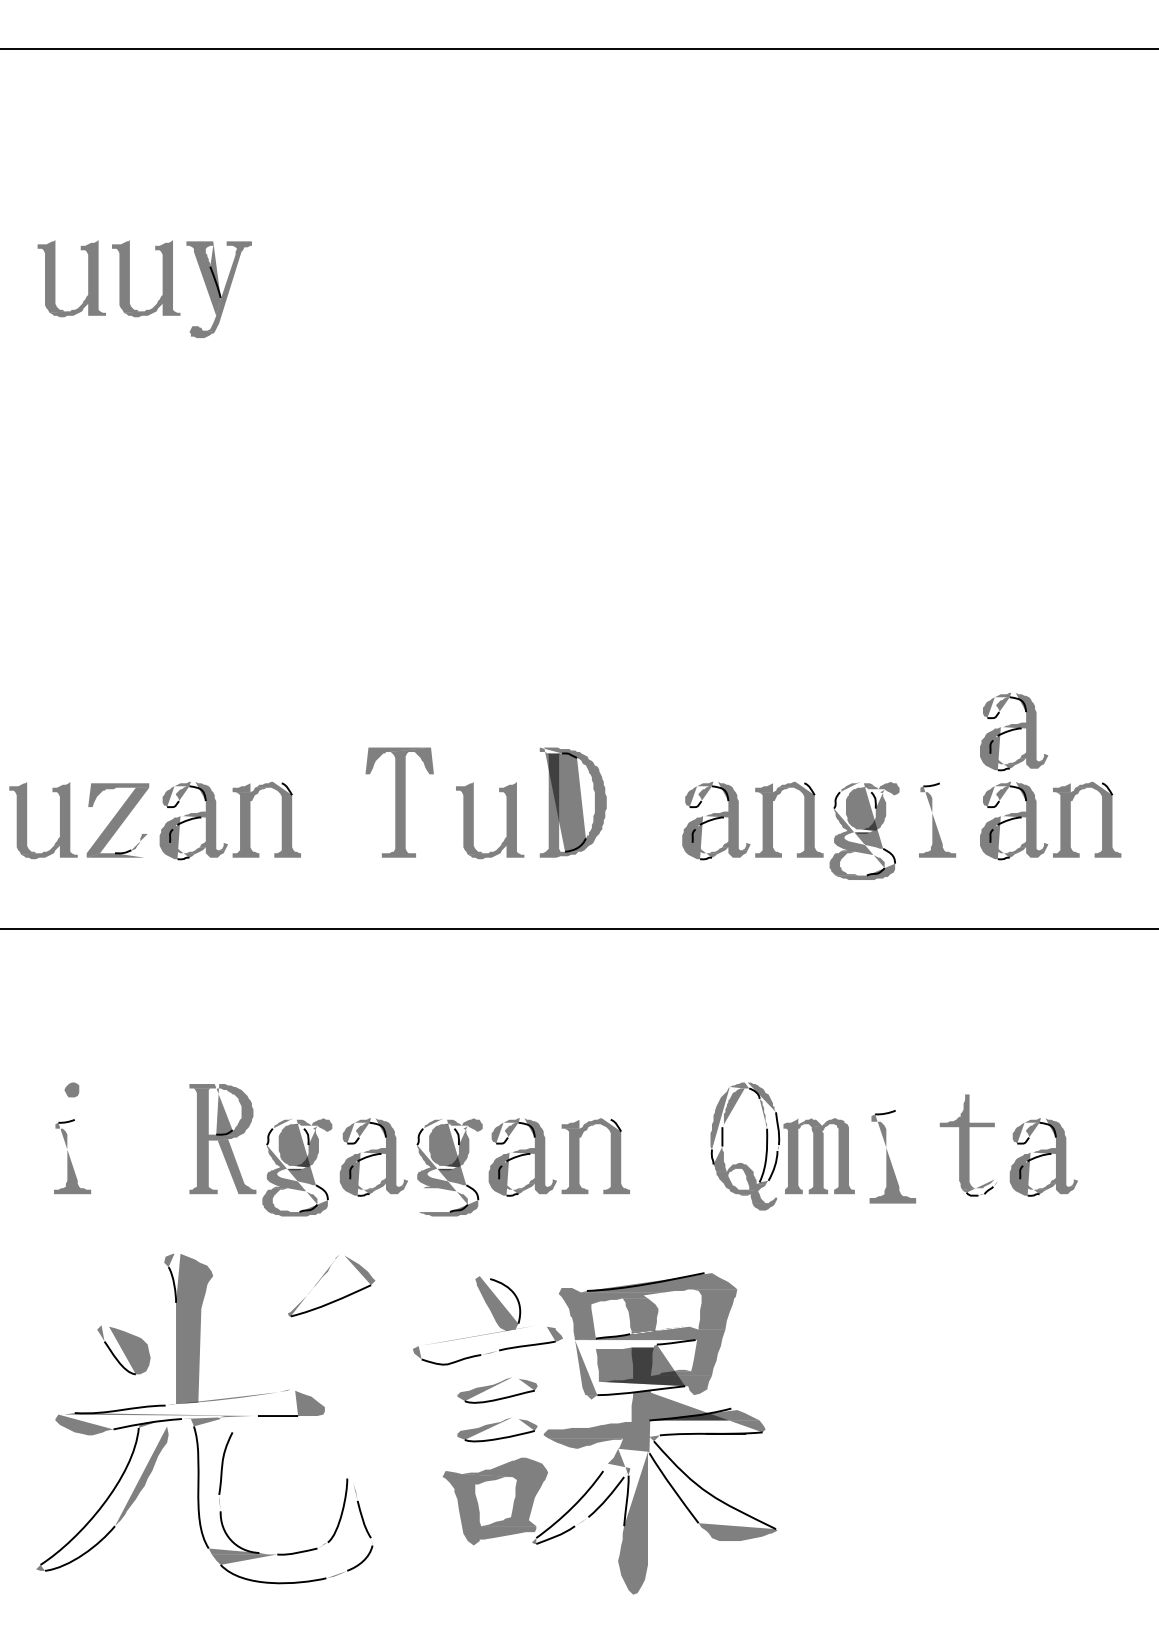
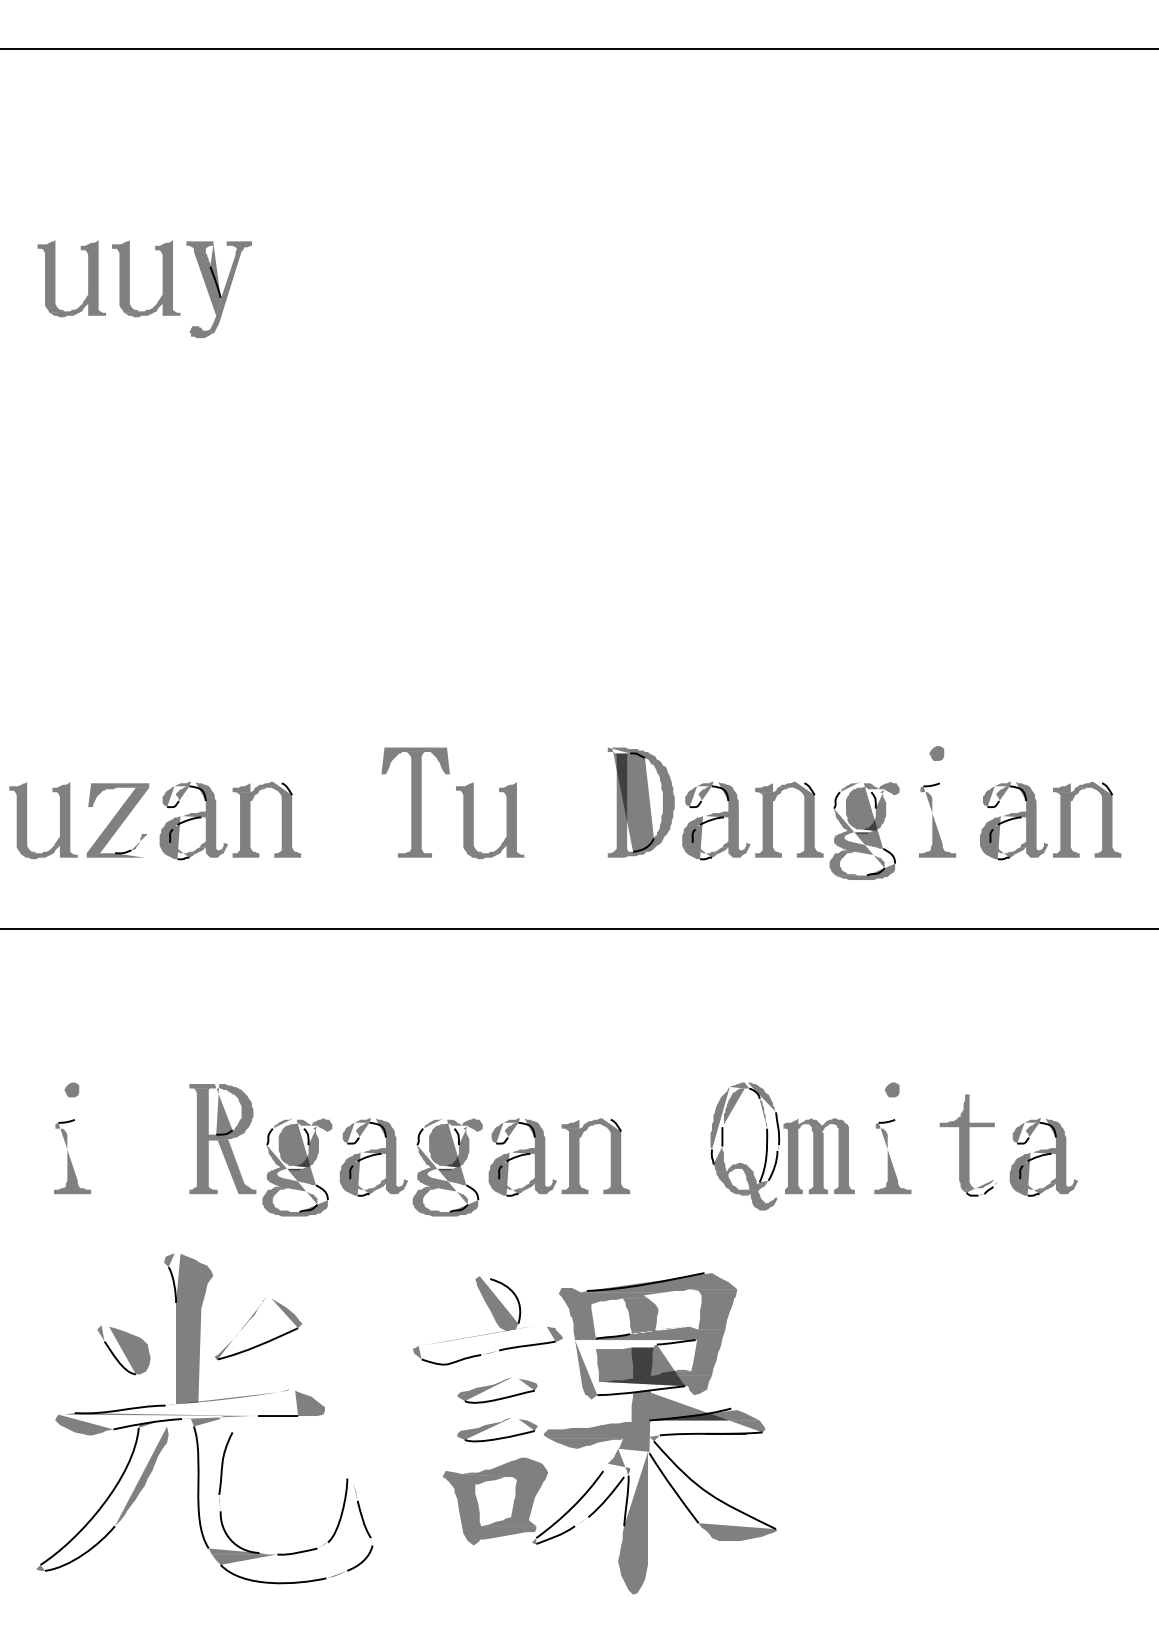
part at (1013, 732): present -> none
fill at (936, 753): none -> present
part at (399, 802) position: (399, 802) -> (415, 802)
part at (573, 802) position: (573, 802) -> (641, 802)
fill at (891, 1089): none -> present
part at (892, 1156) size: 47x94 px -> 38x75 px
fill at (428, 1200): none -> present
part at (322, 1277) position: (322, 1277) -> (249, 1320)
